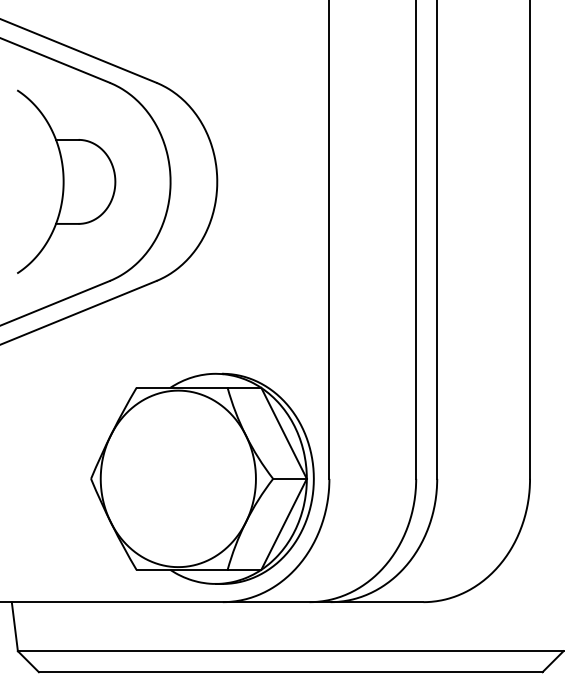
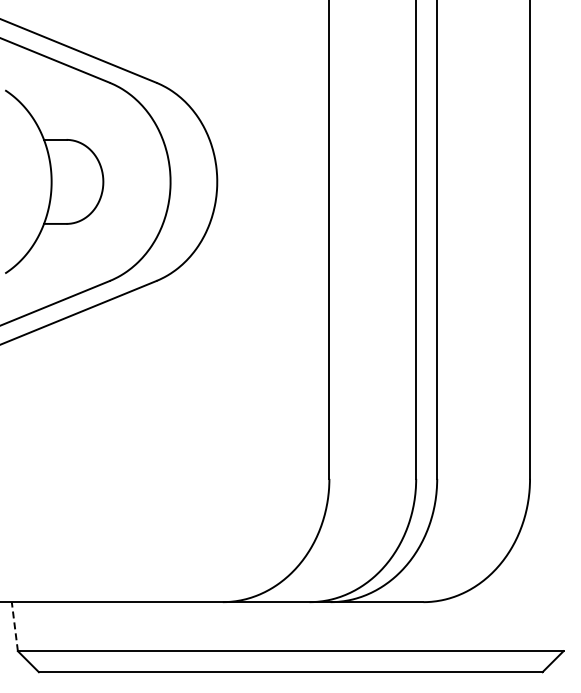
part at (66, 181) position: (66, 181) -> (54, 181)
part at (202, 478): present -> none
line at (14, 626): solid -> dashed
